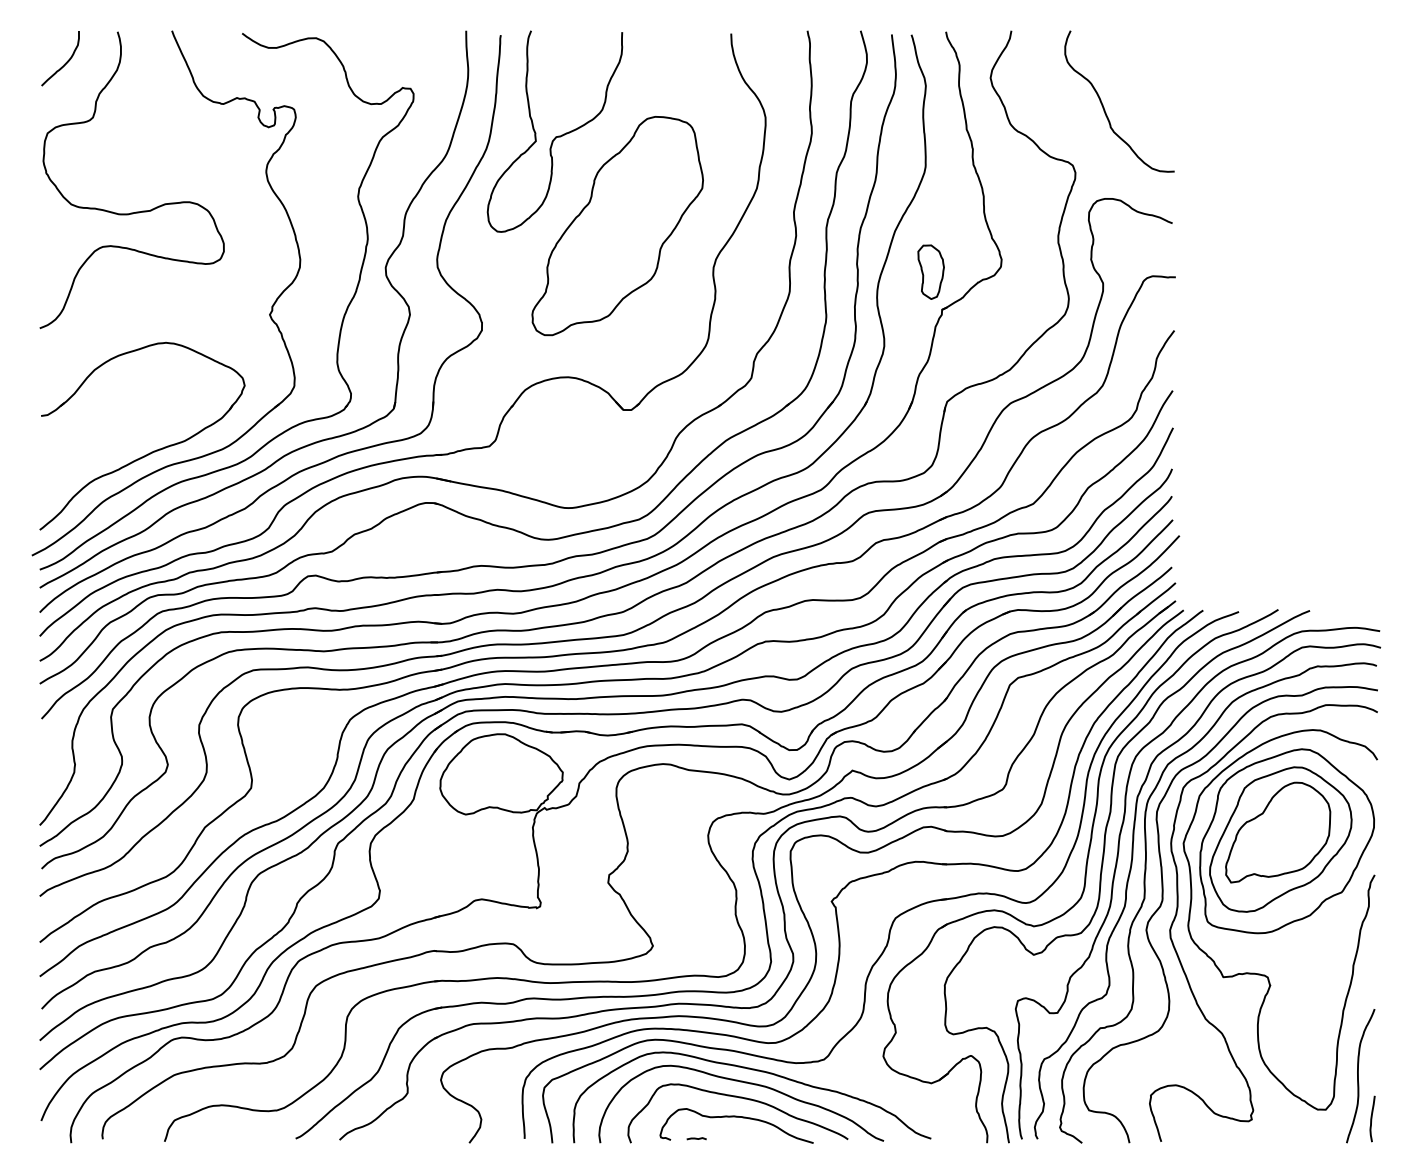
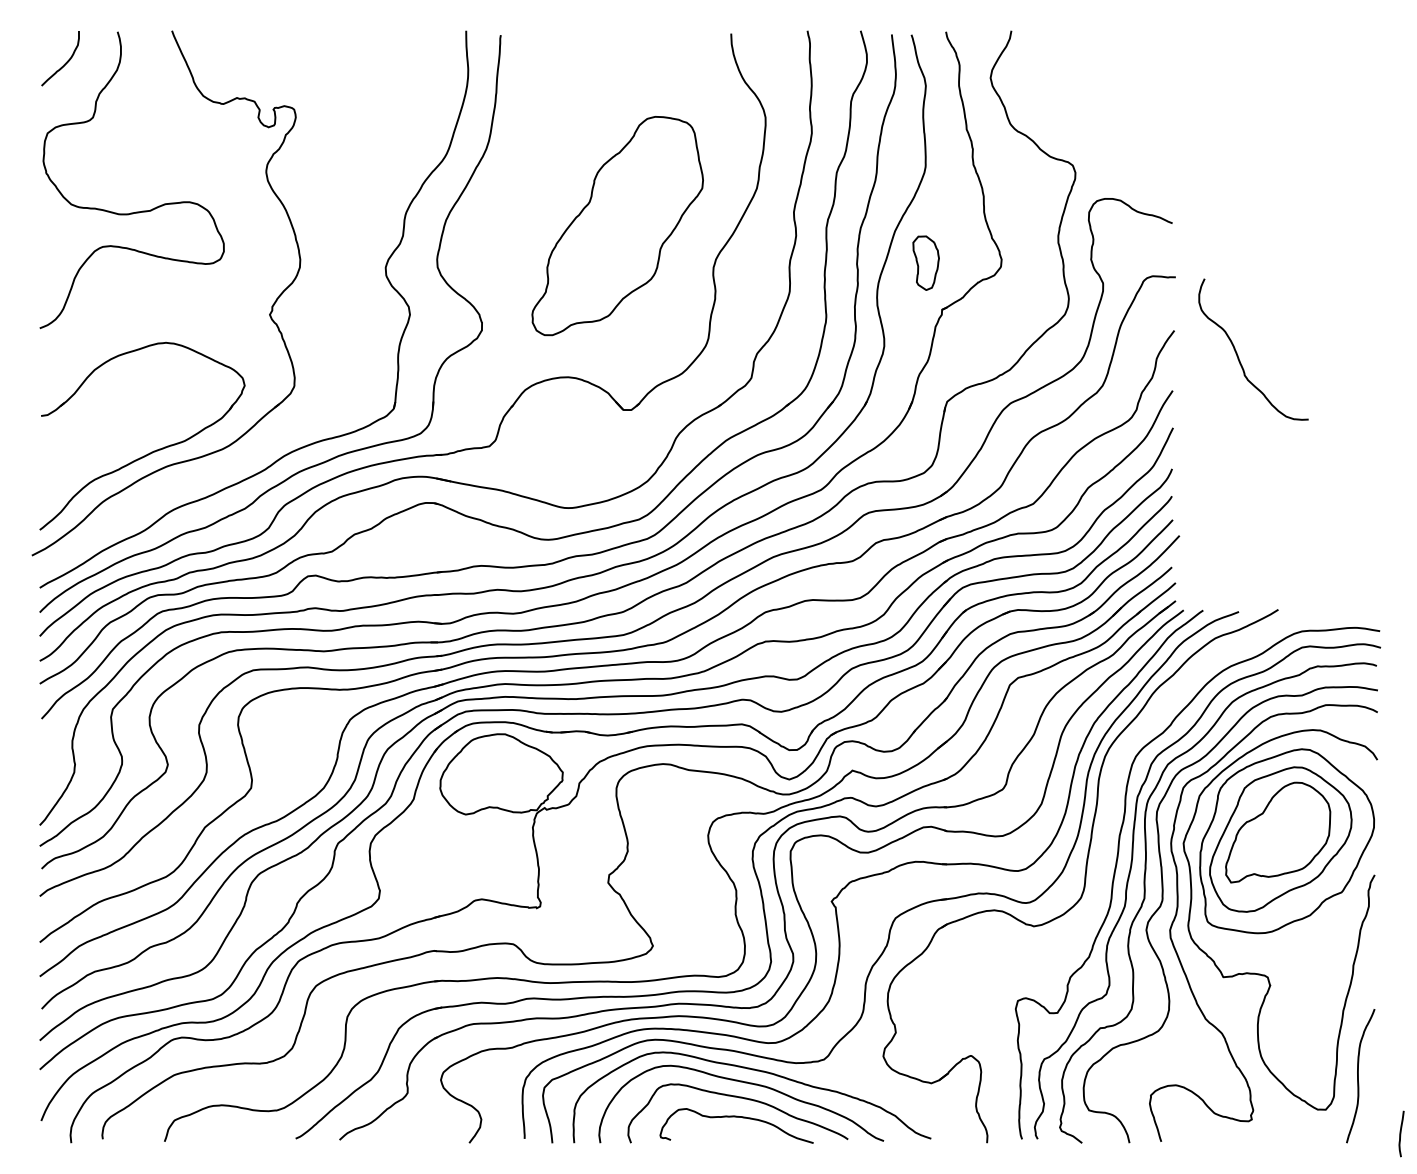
curve at (1105, 109) position: (1105, 109) -> (1239, 357)
curve at (555, 136): present -> none
part at (930, 271) position: (930, 271) -> (925, 262)
part at (339, 330): present -> none
curve at (1102, 872): present -> none
curve at (1372, 1118) position: (1372, 1118) -> (1401, 1133)
line at (696, 1138): present -> none
